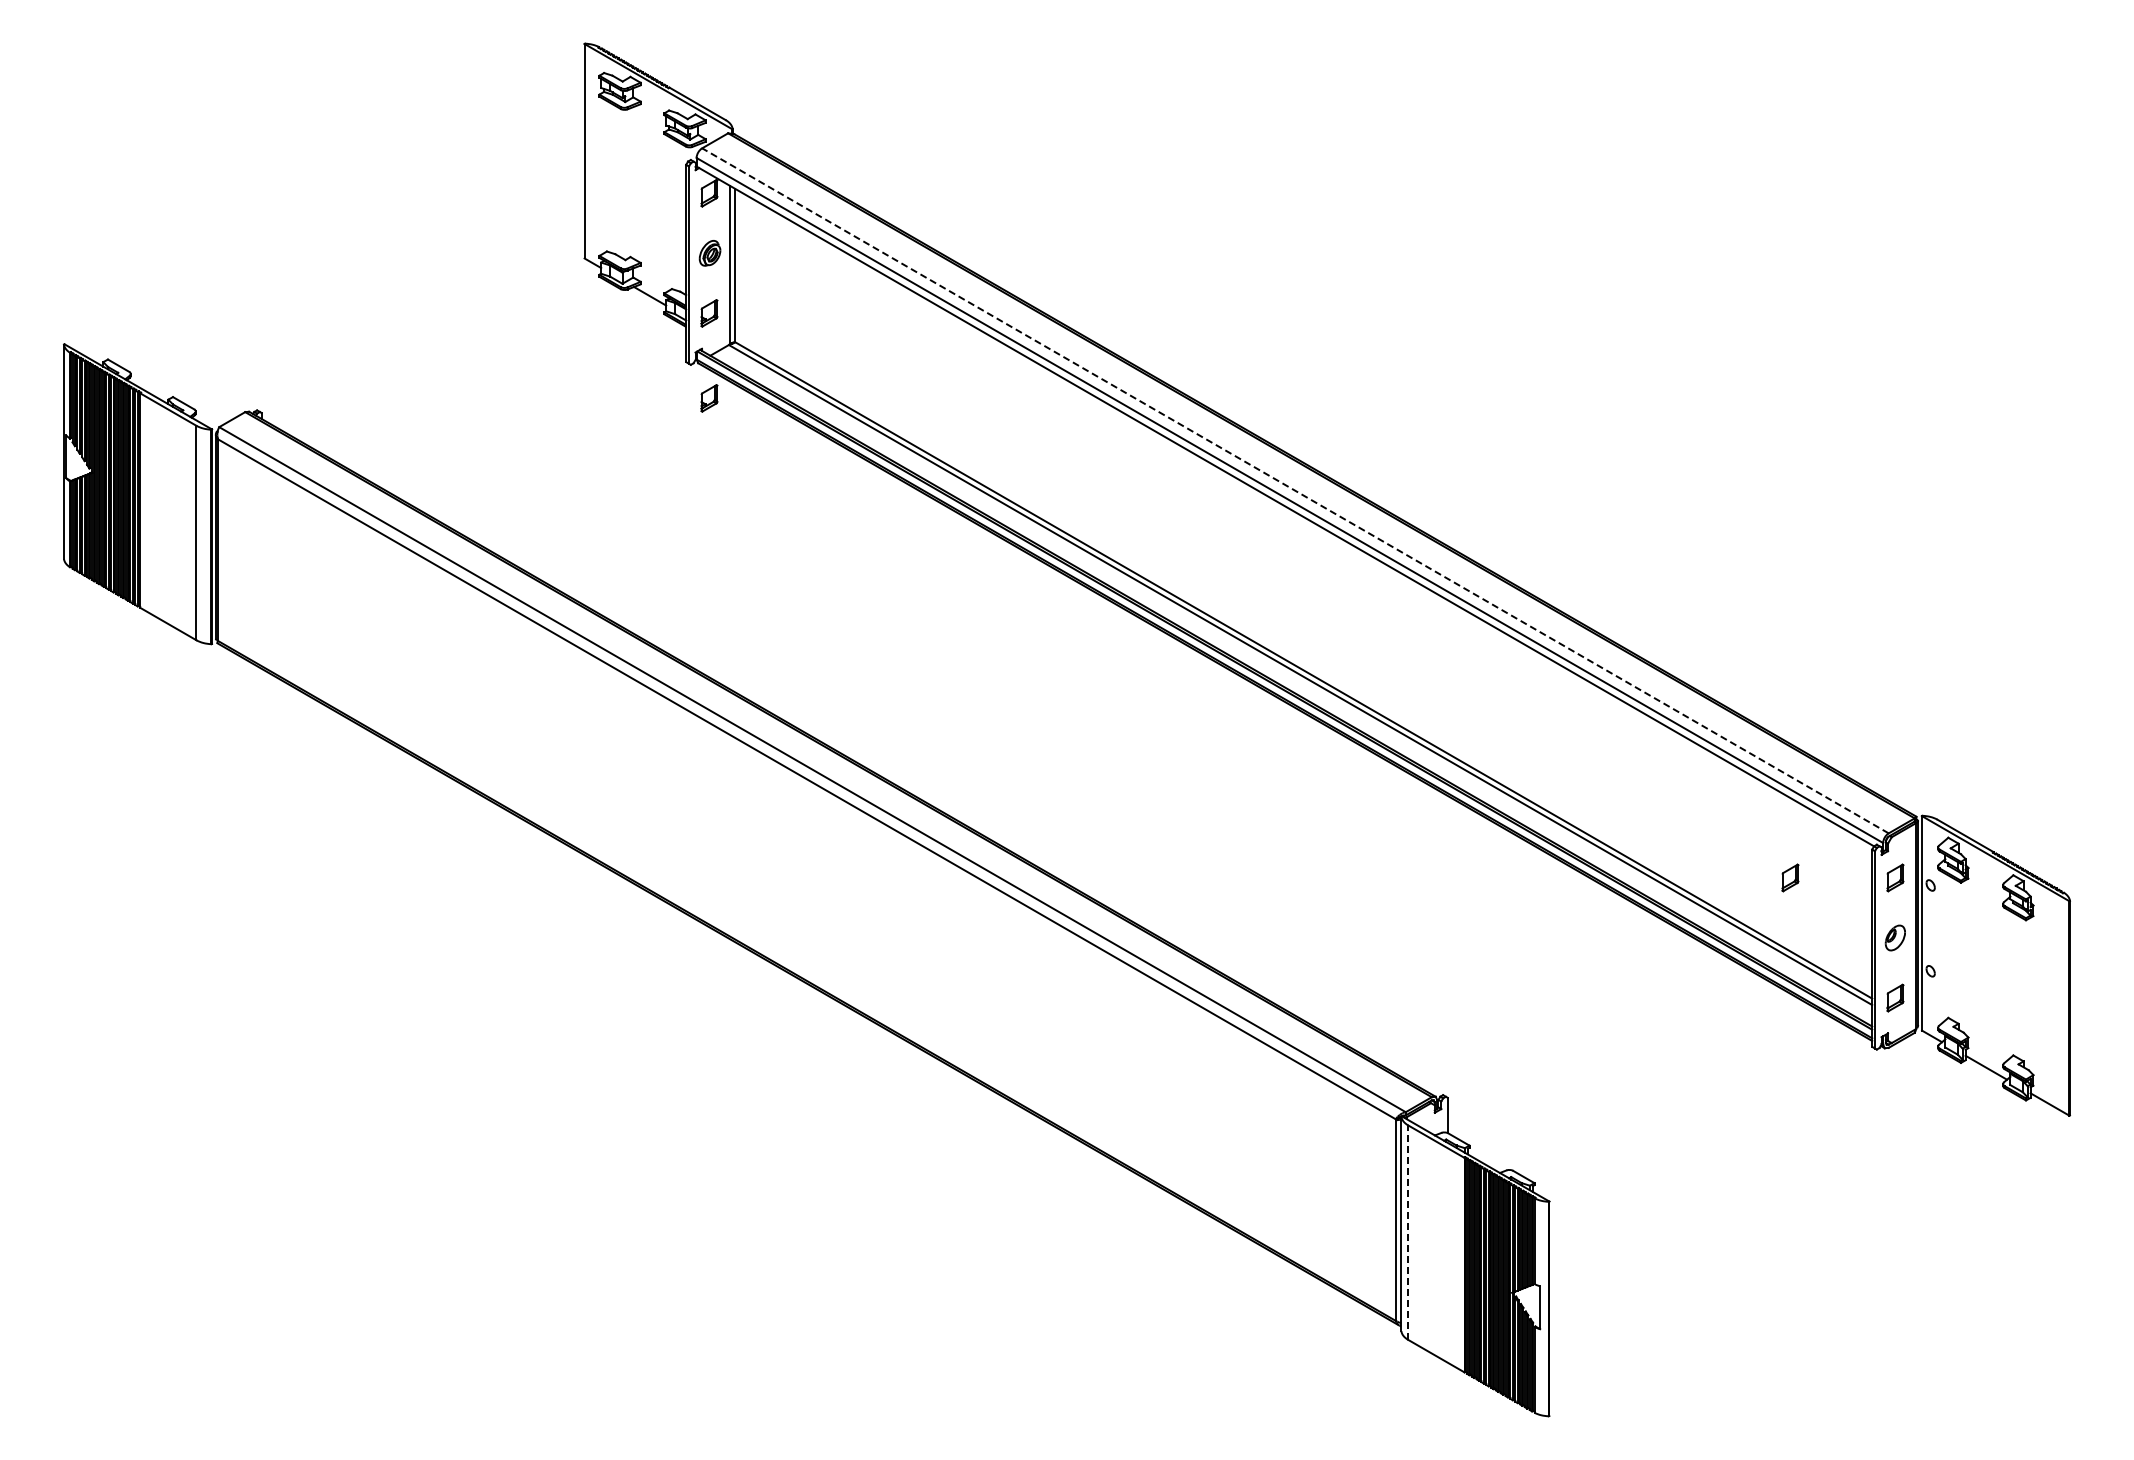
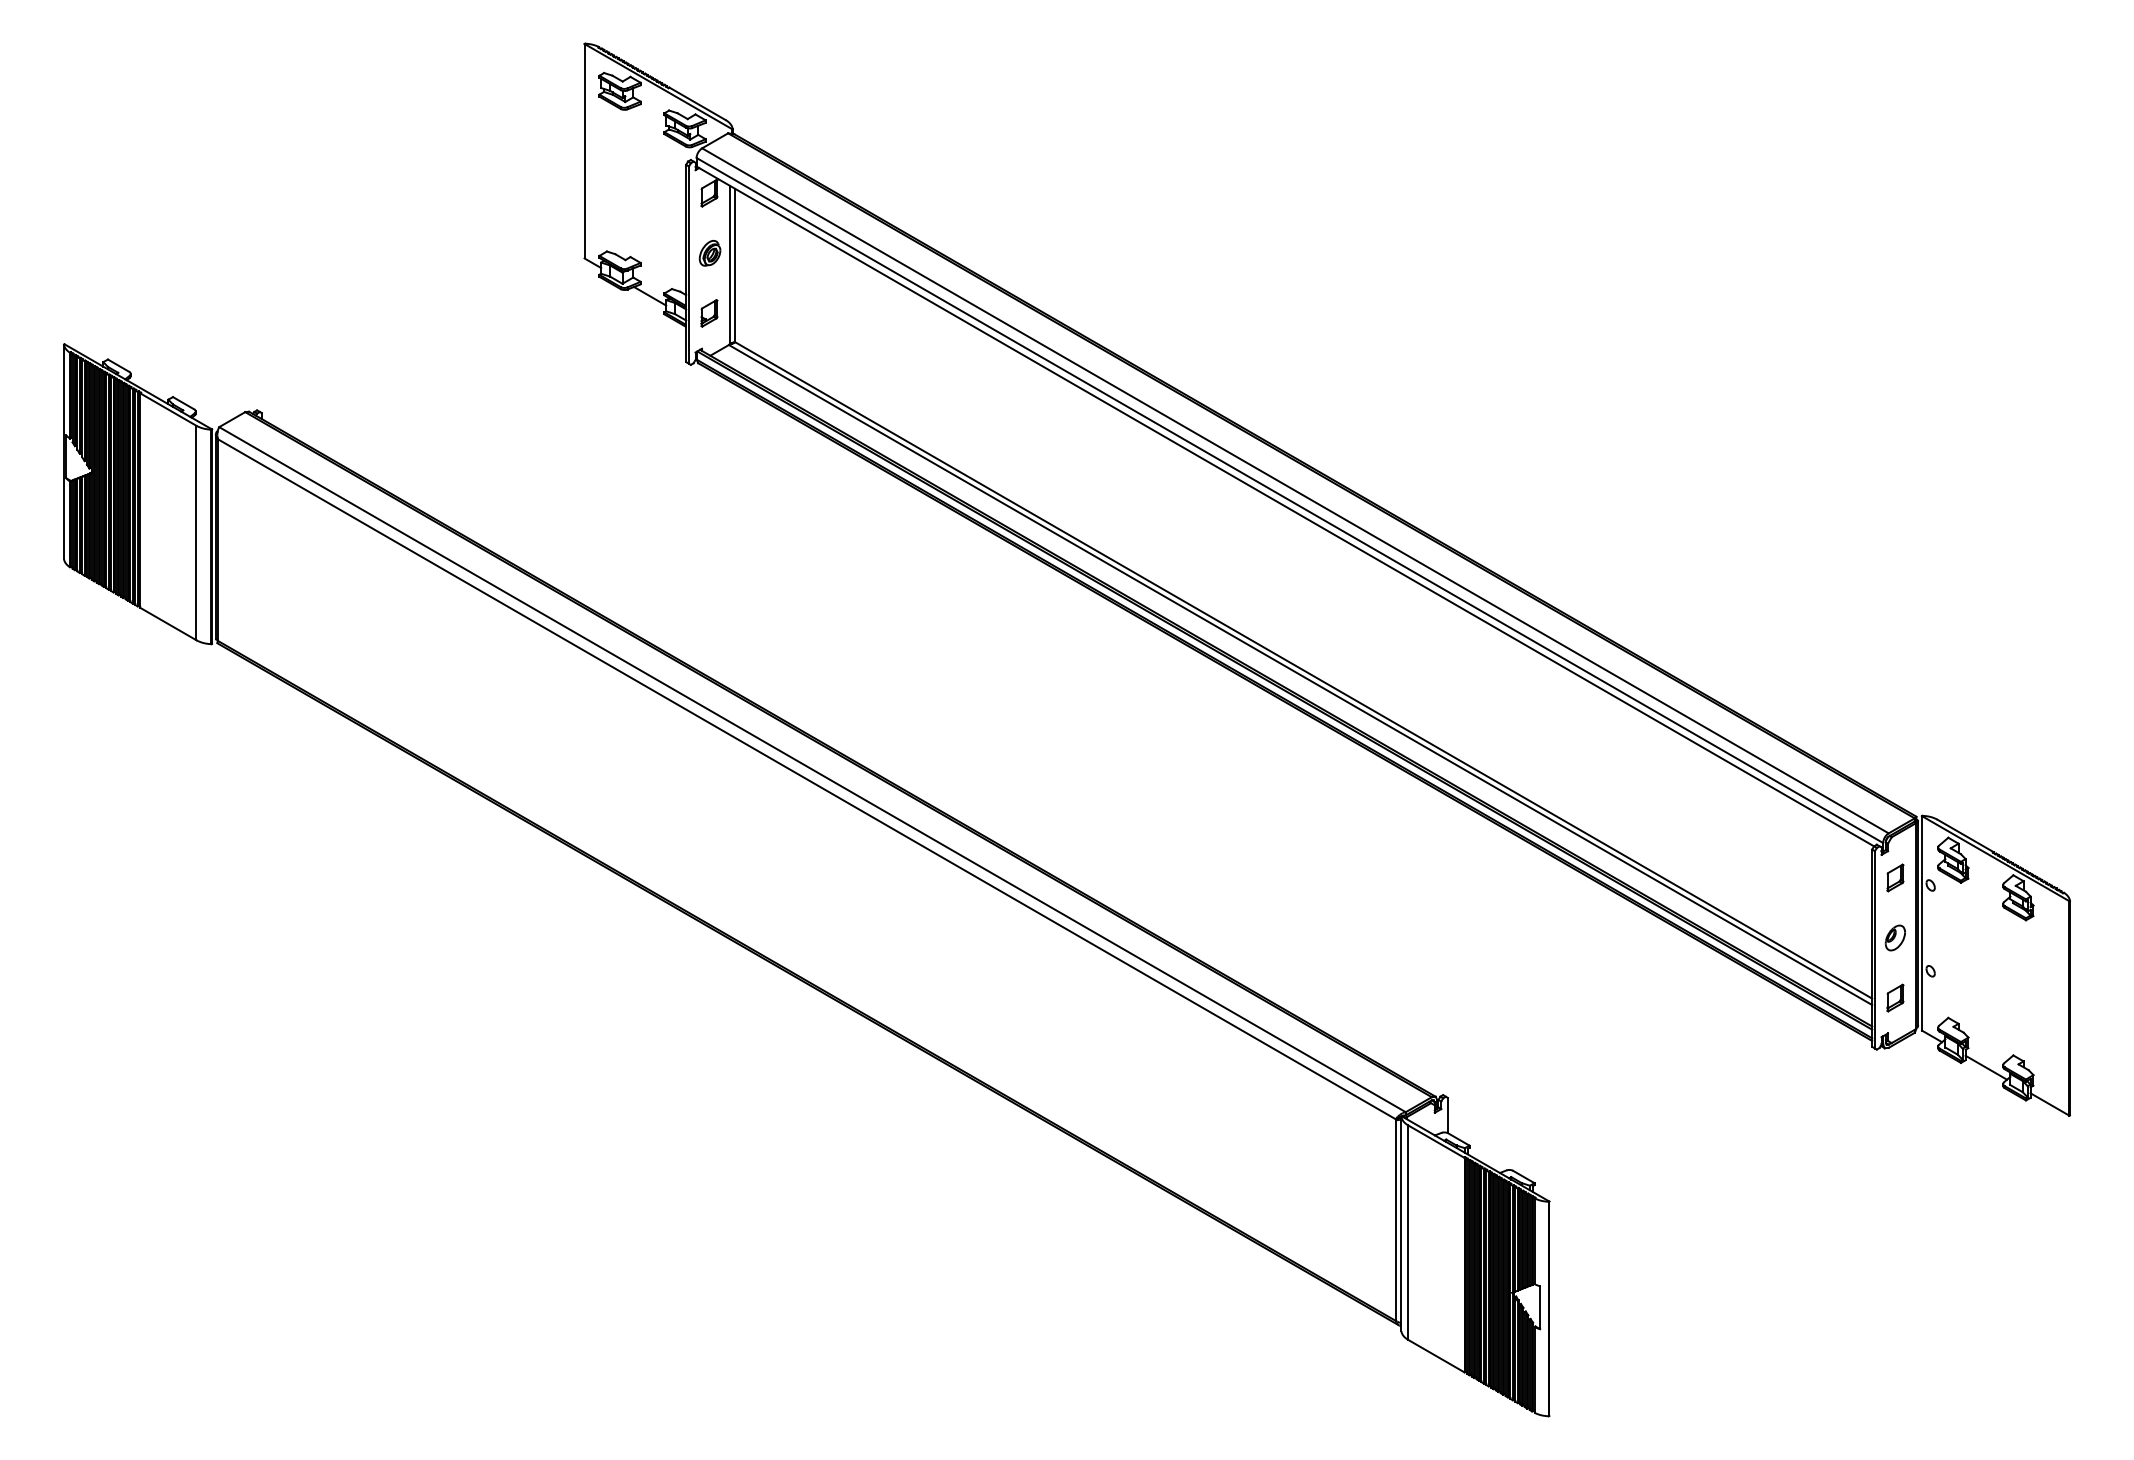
part at (709, 398): present -> none
line at (1295, 490): dashed -> solid
part at (1790, 877): present -> none
line at (1408, 1232): dashed -> solid
